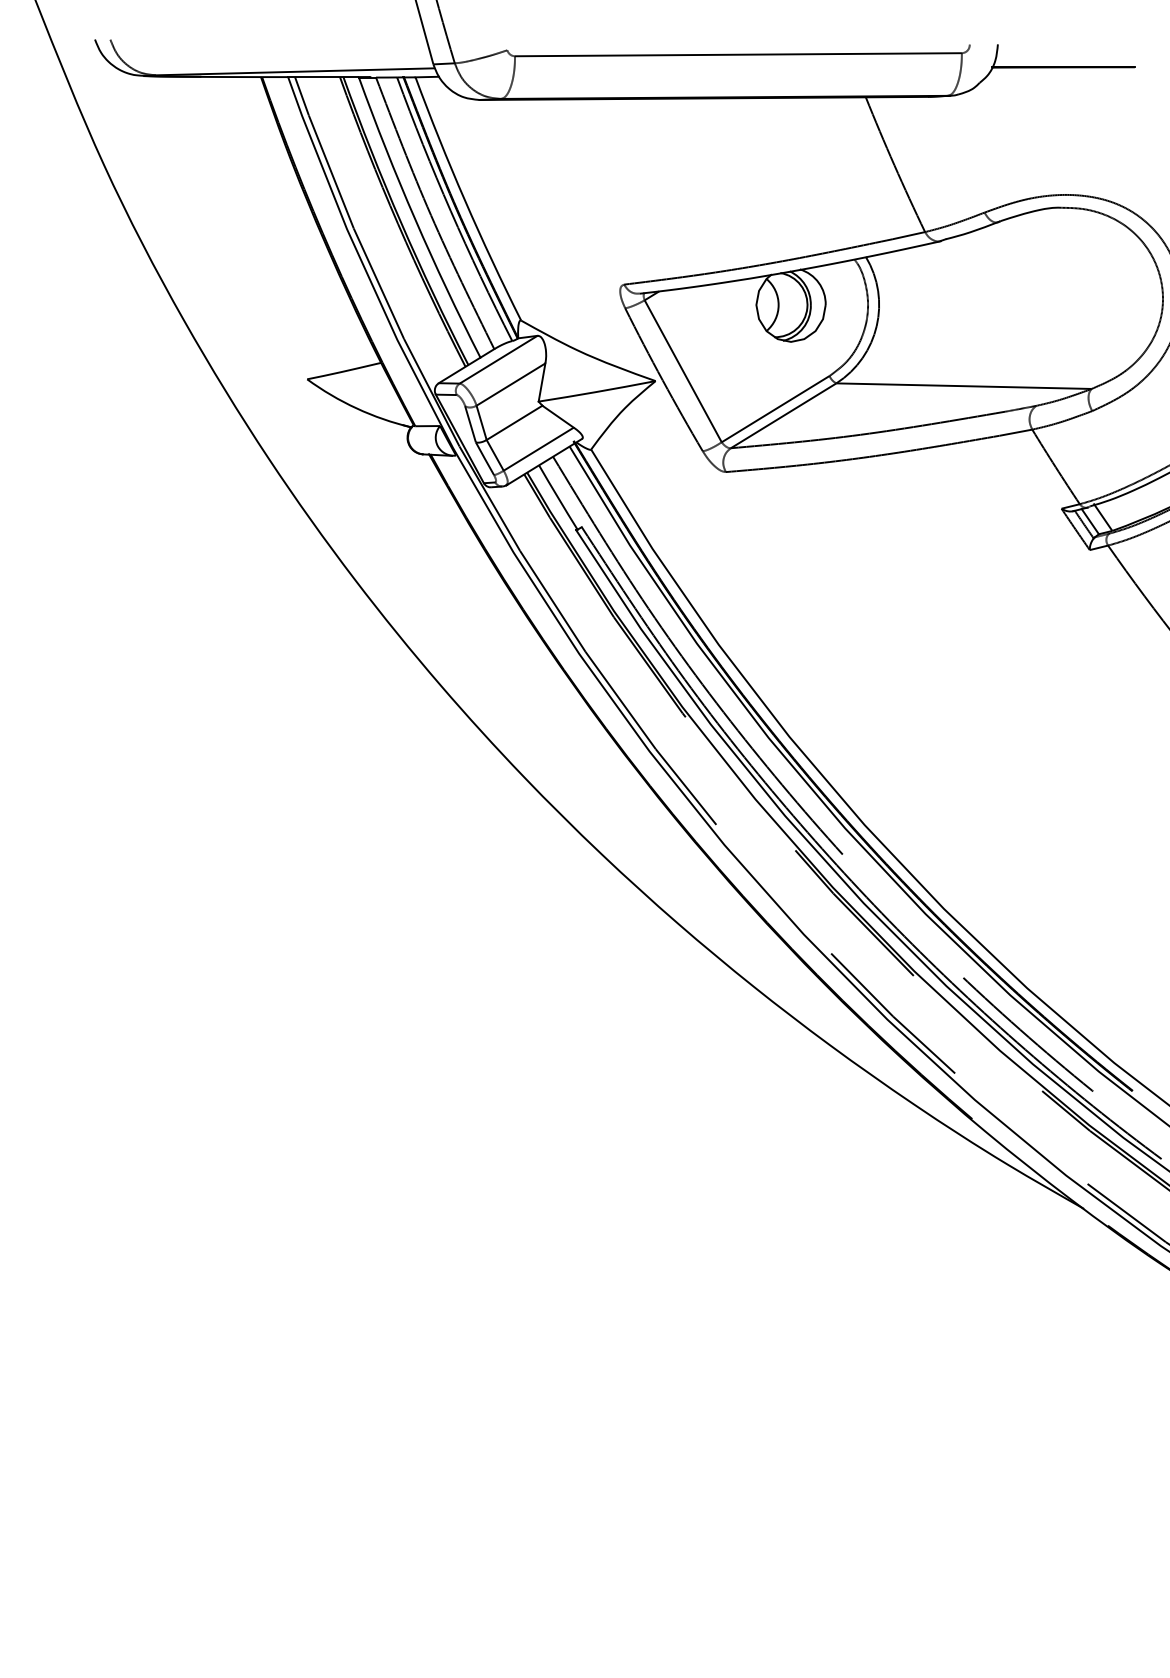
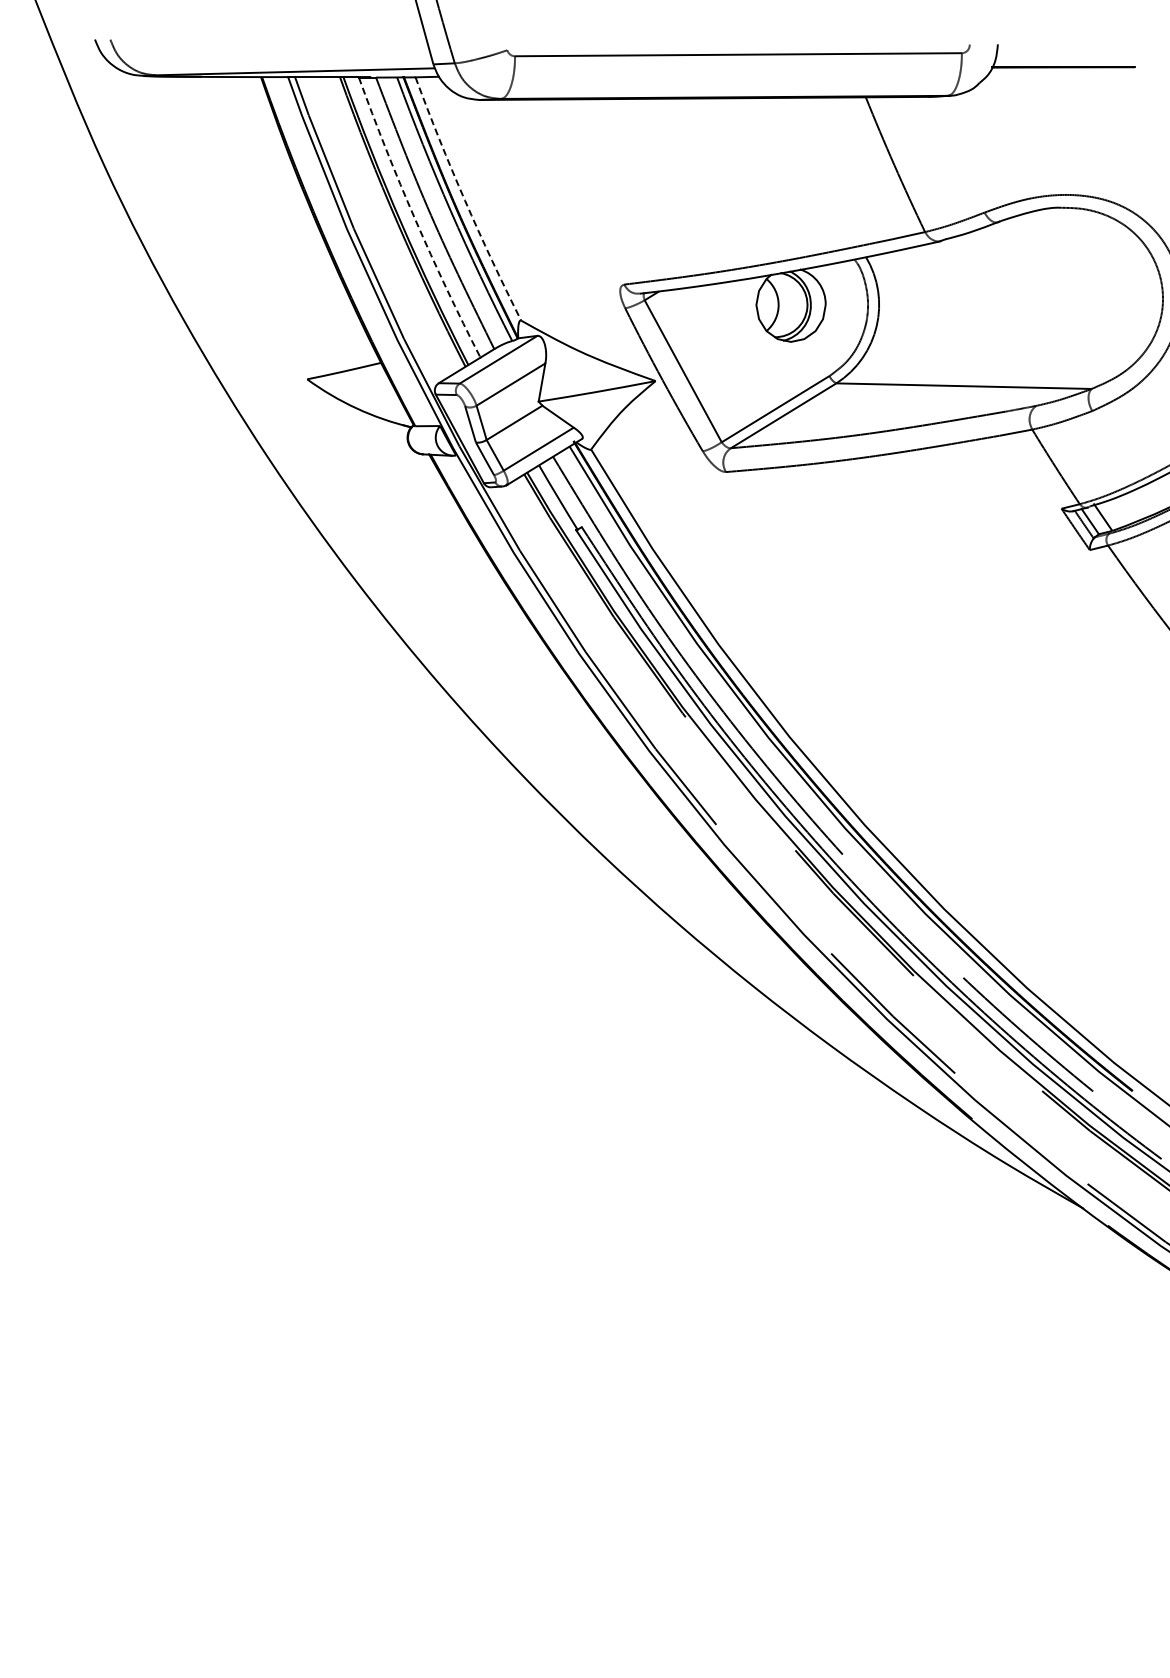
arc at (464, 200): solid -> dashed
arc at (415, 219): solid -> dashed
